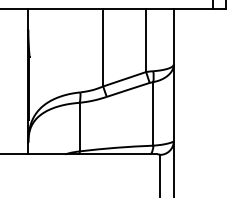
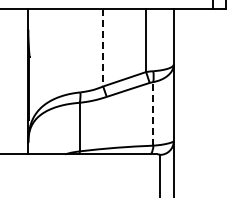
line at (103, 47): solid -> dashed
line at (153, 113): solid -> dashed
